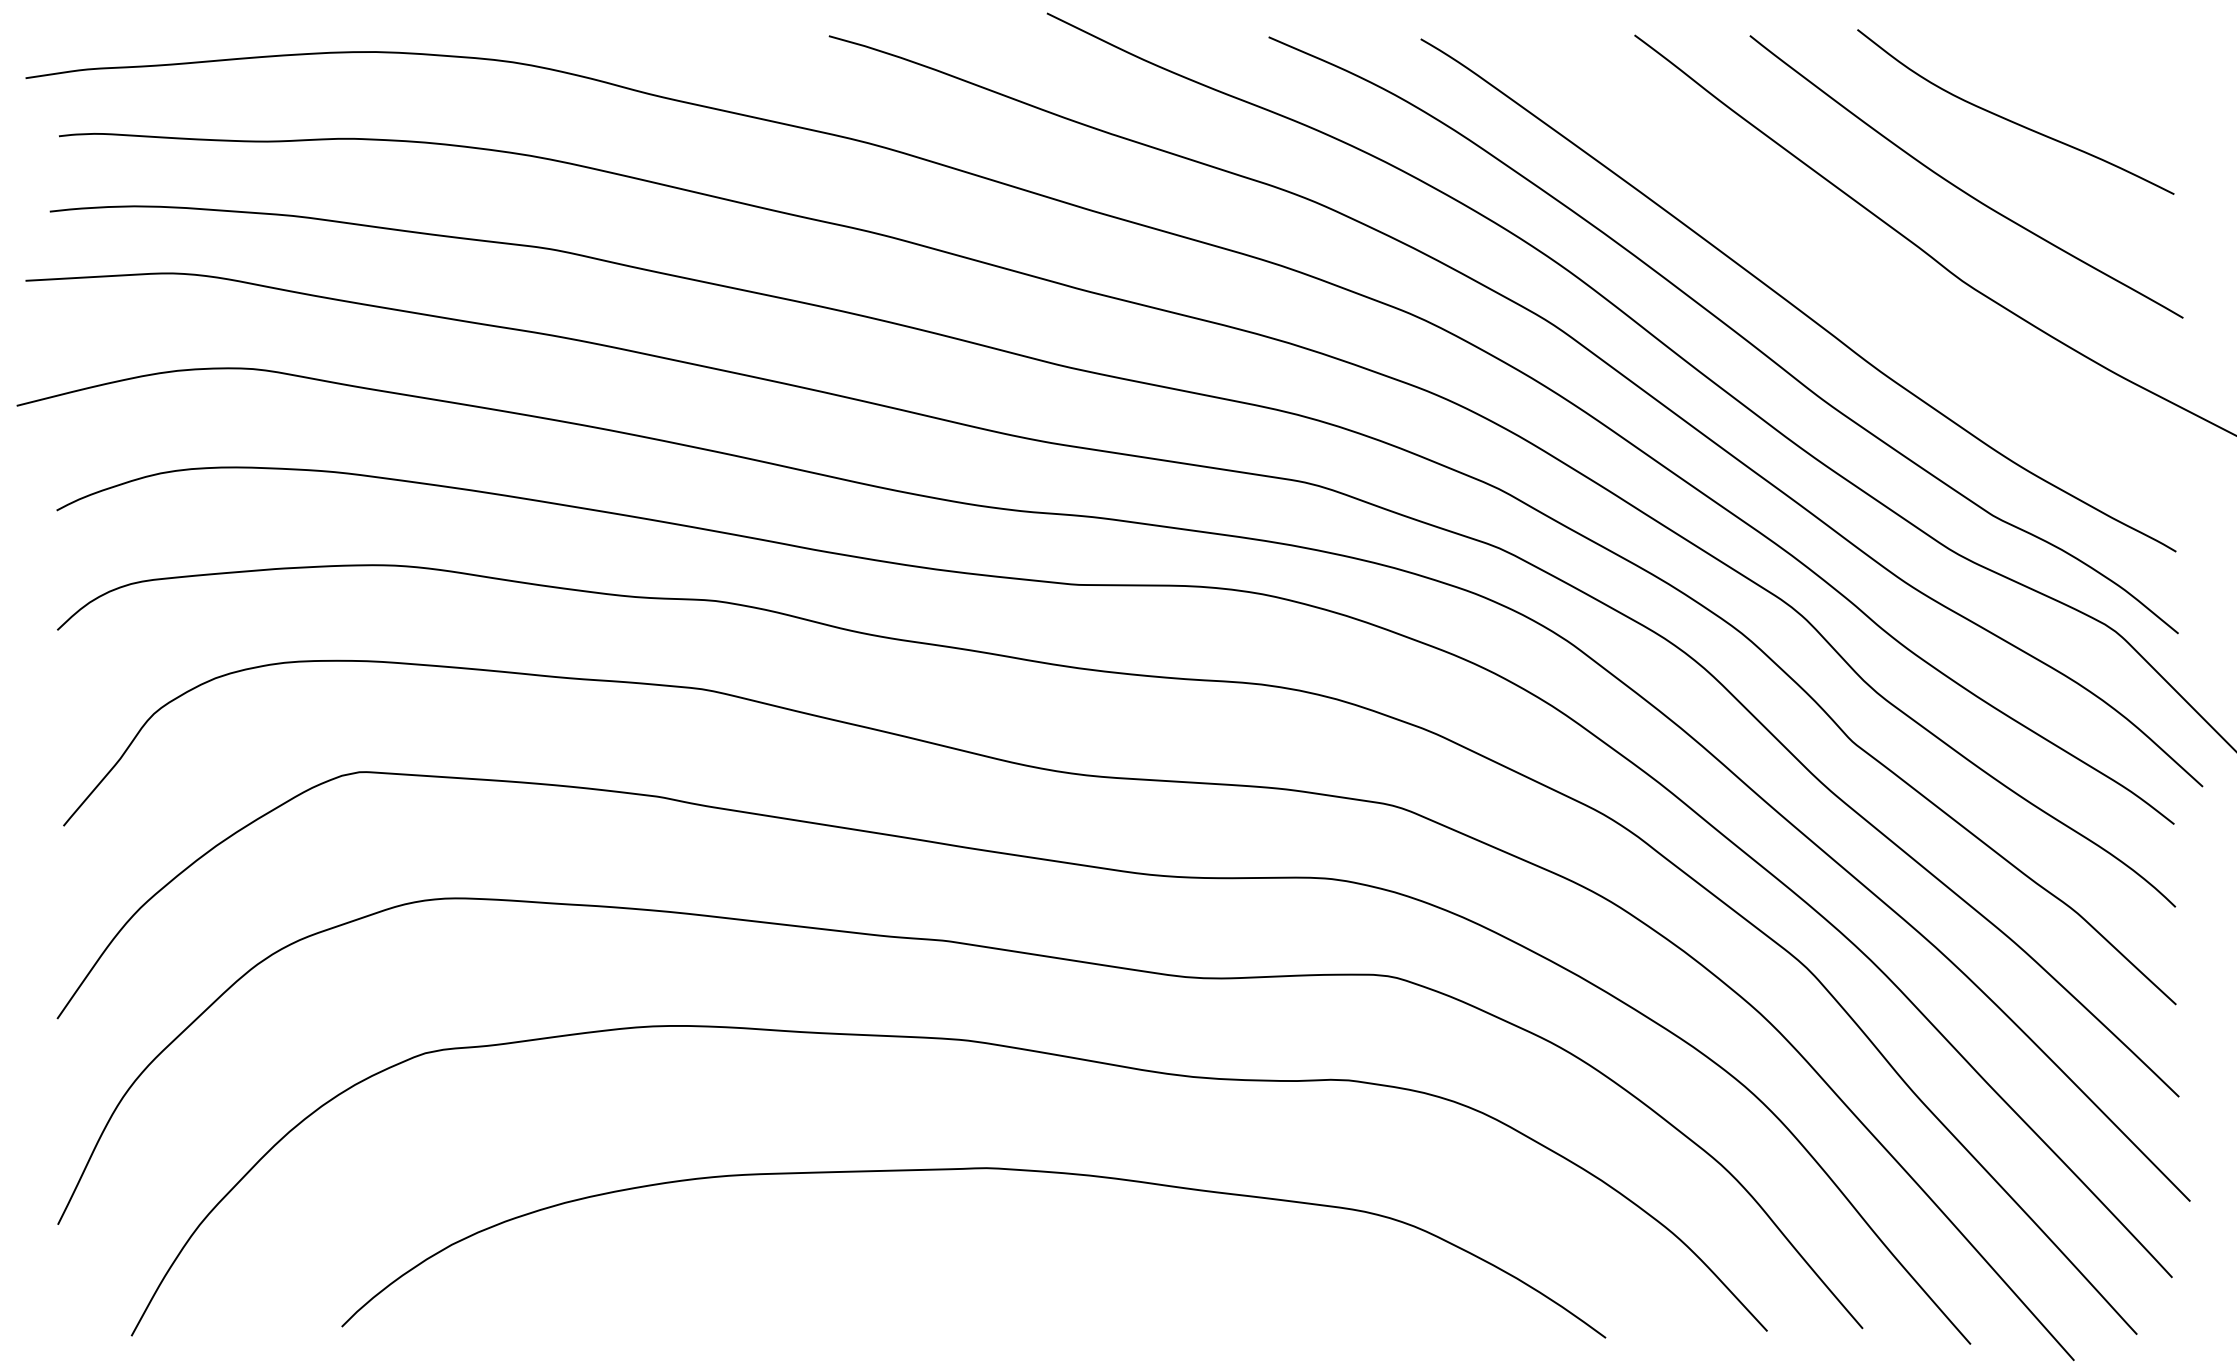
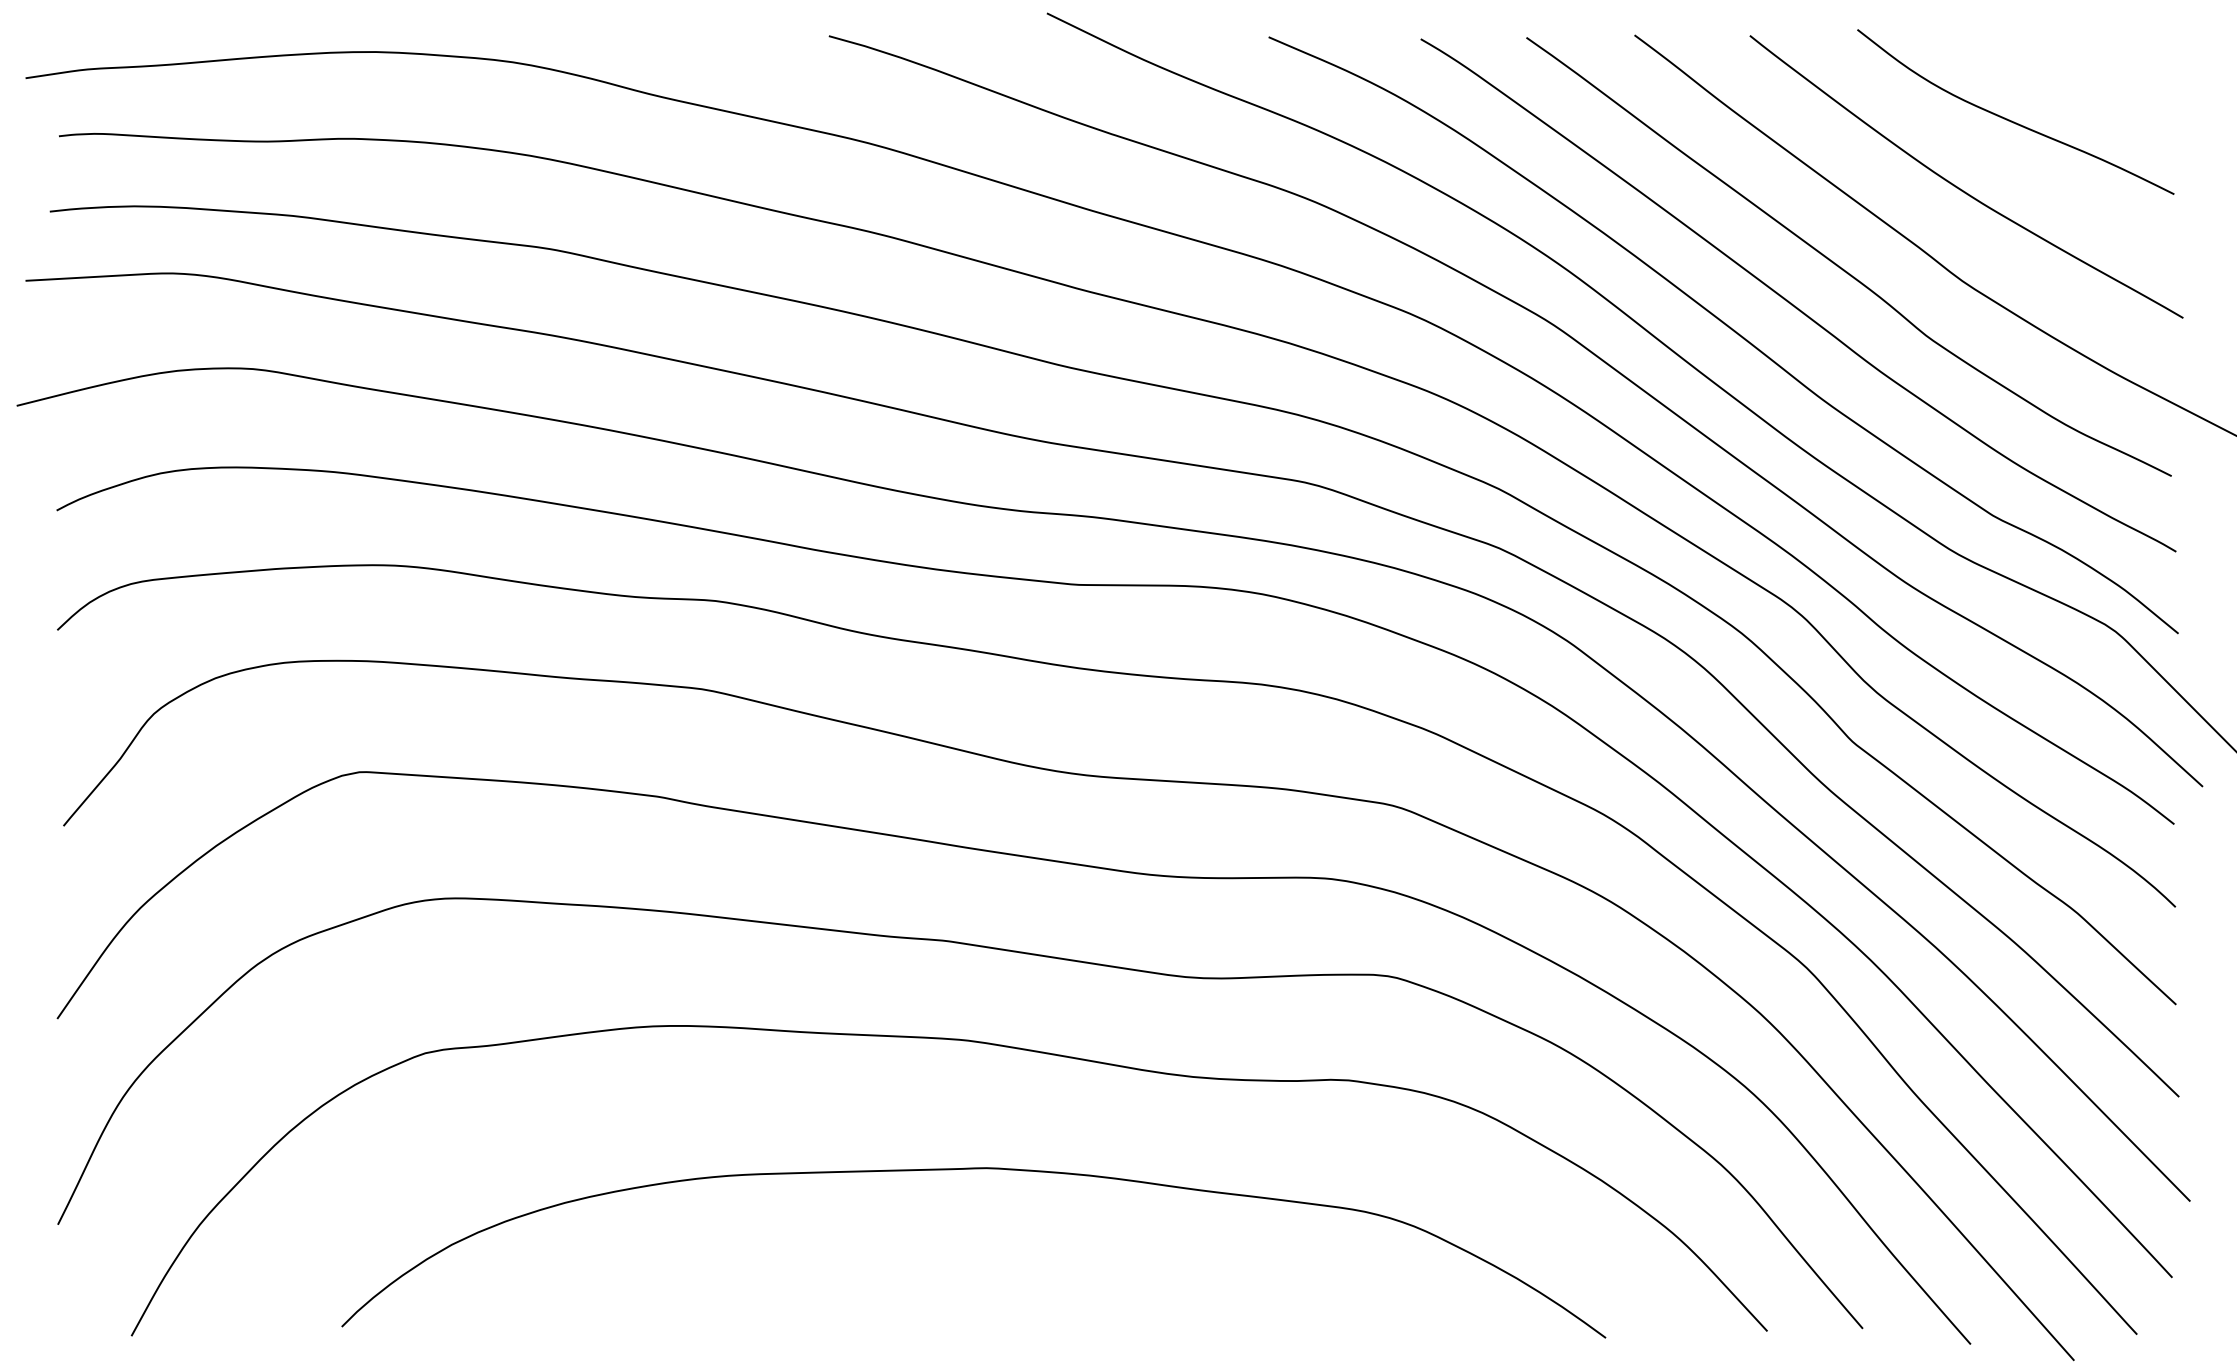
curve at (1839, 265): none -> present
